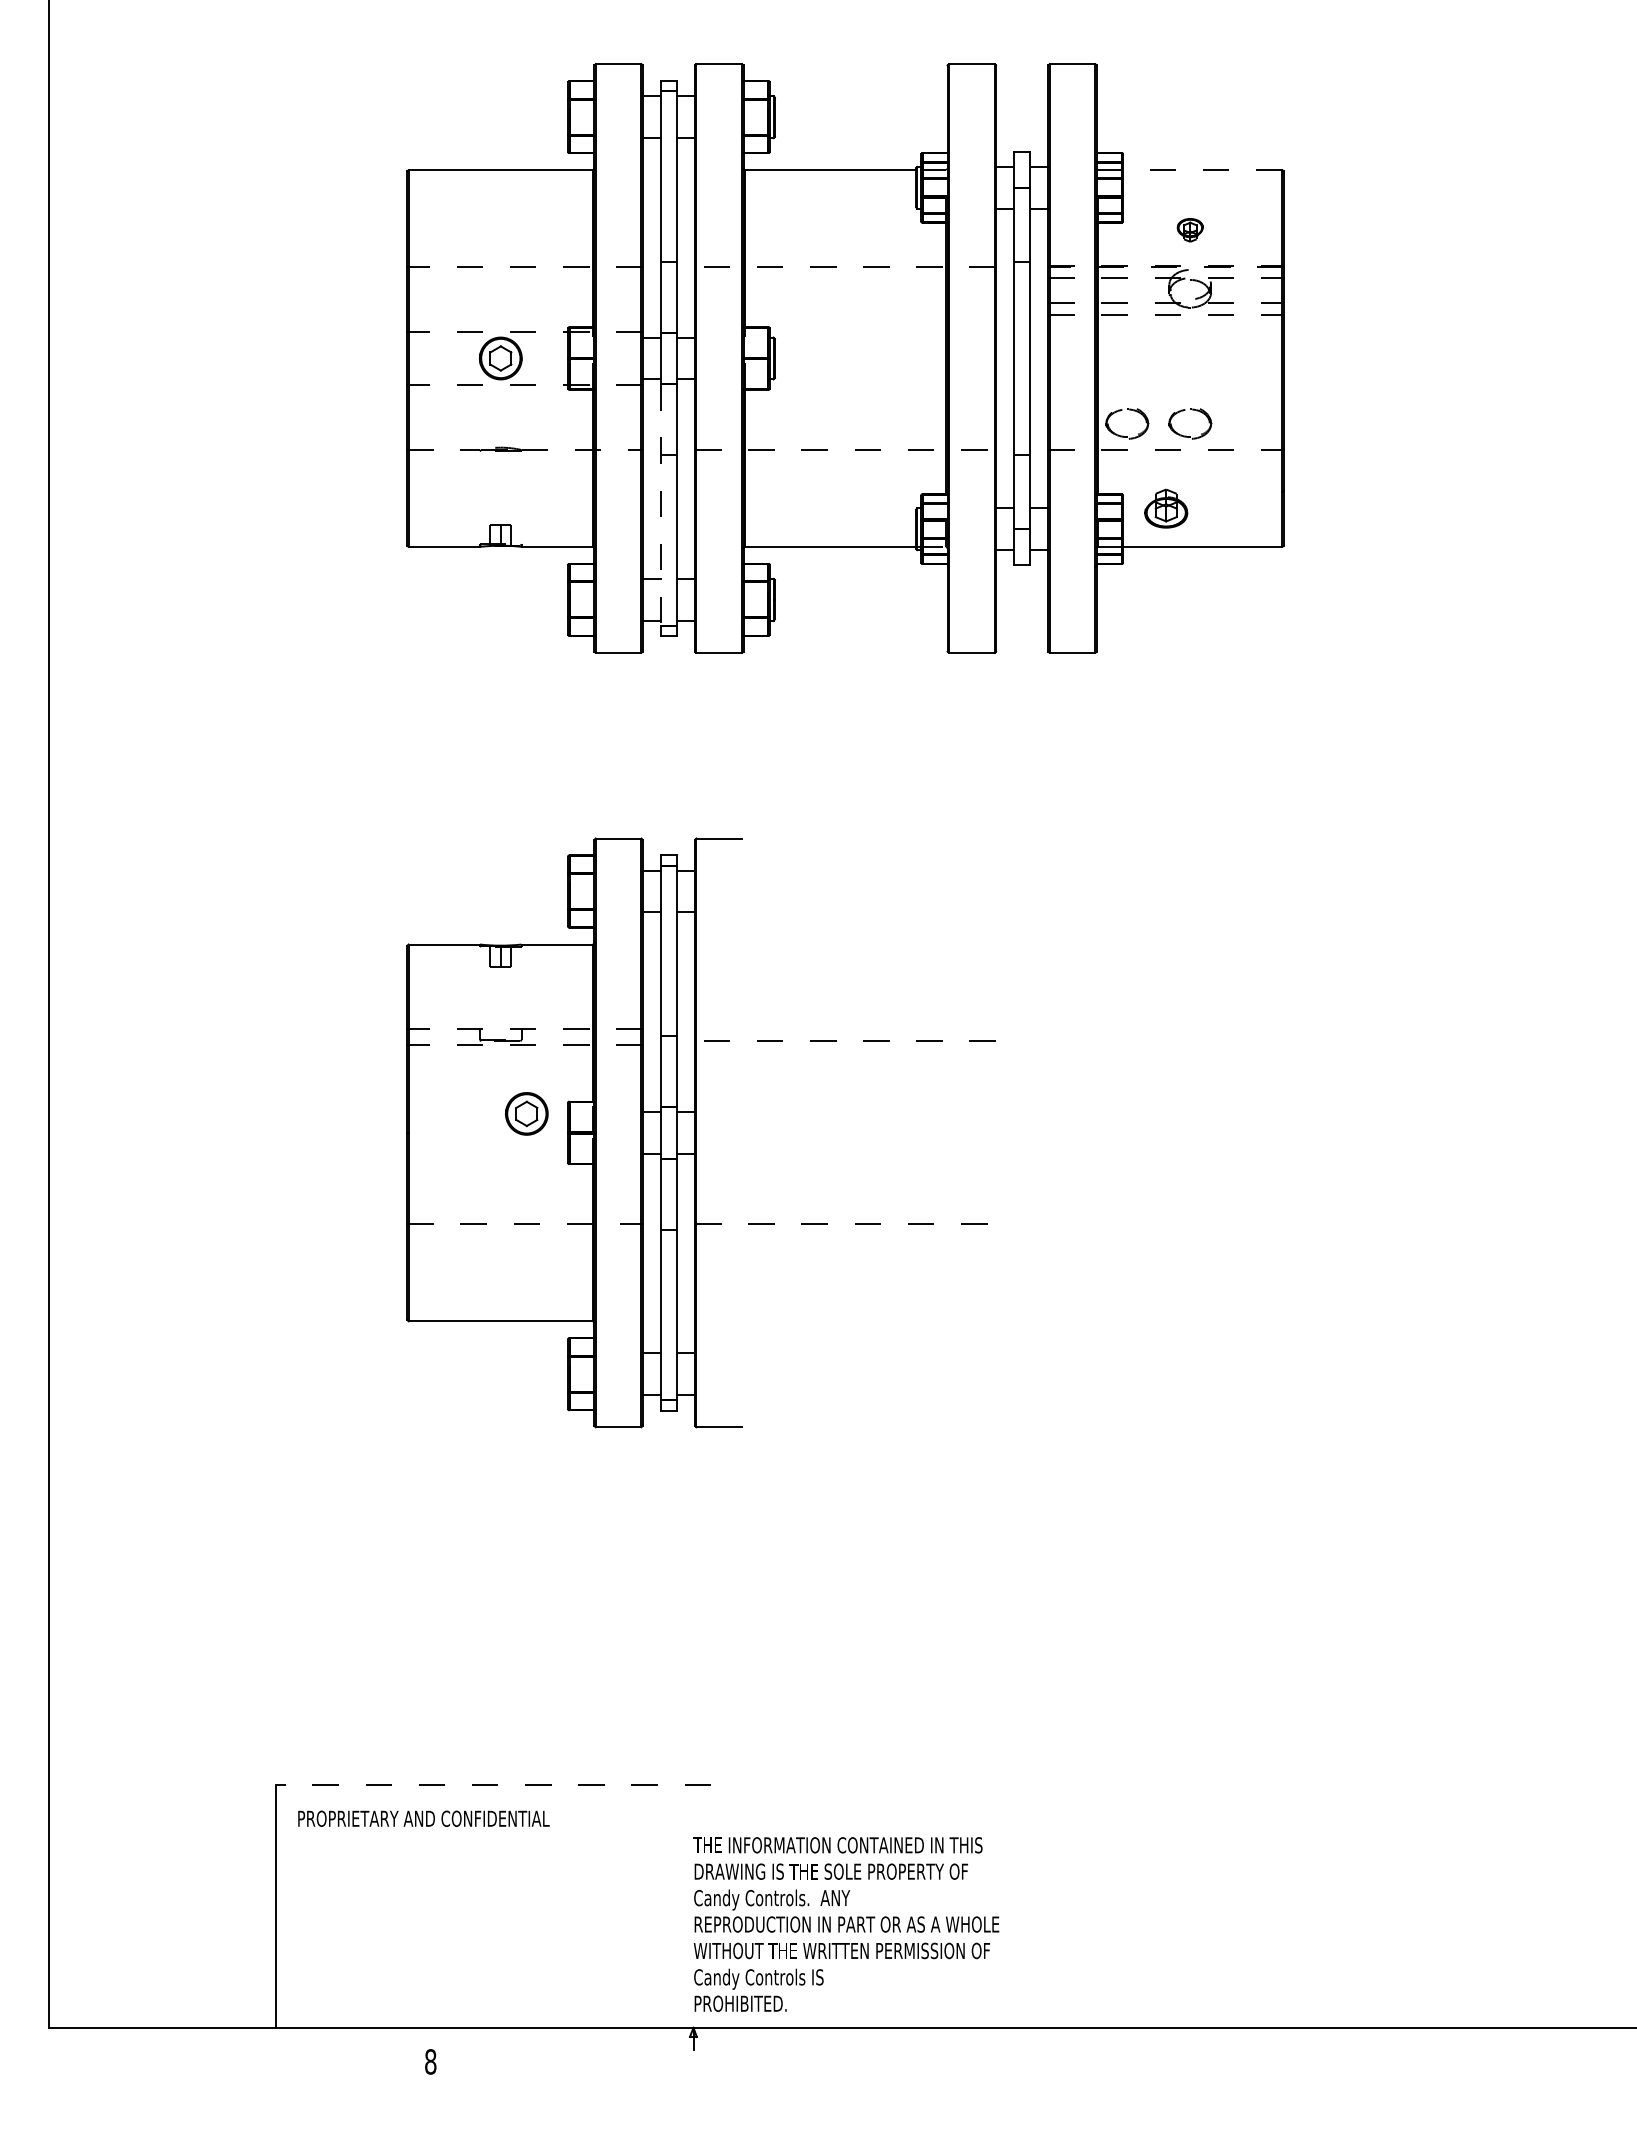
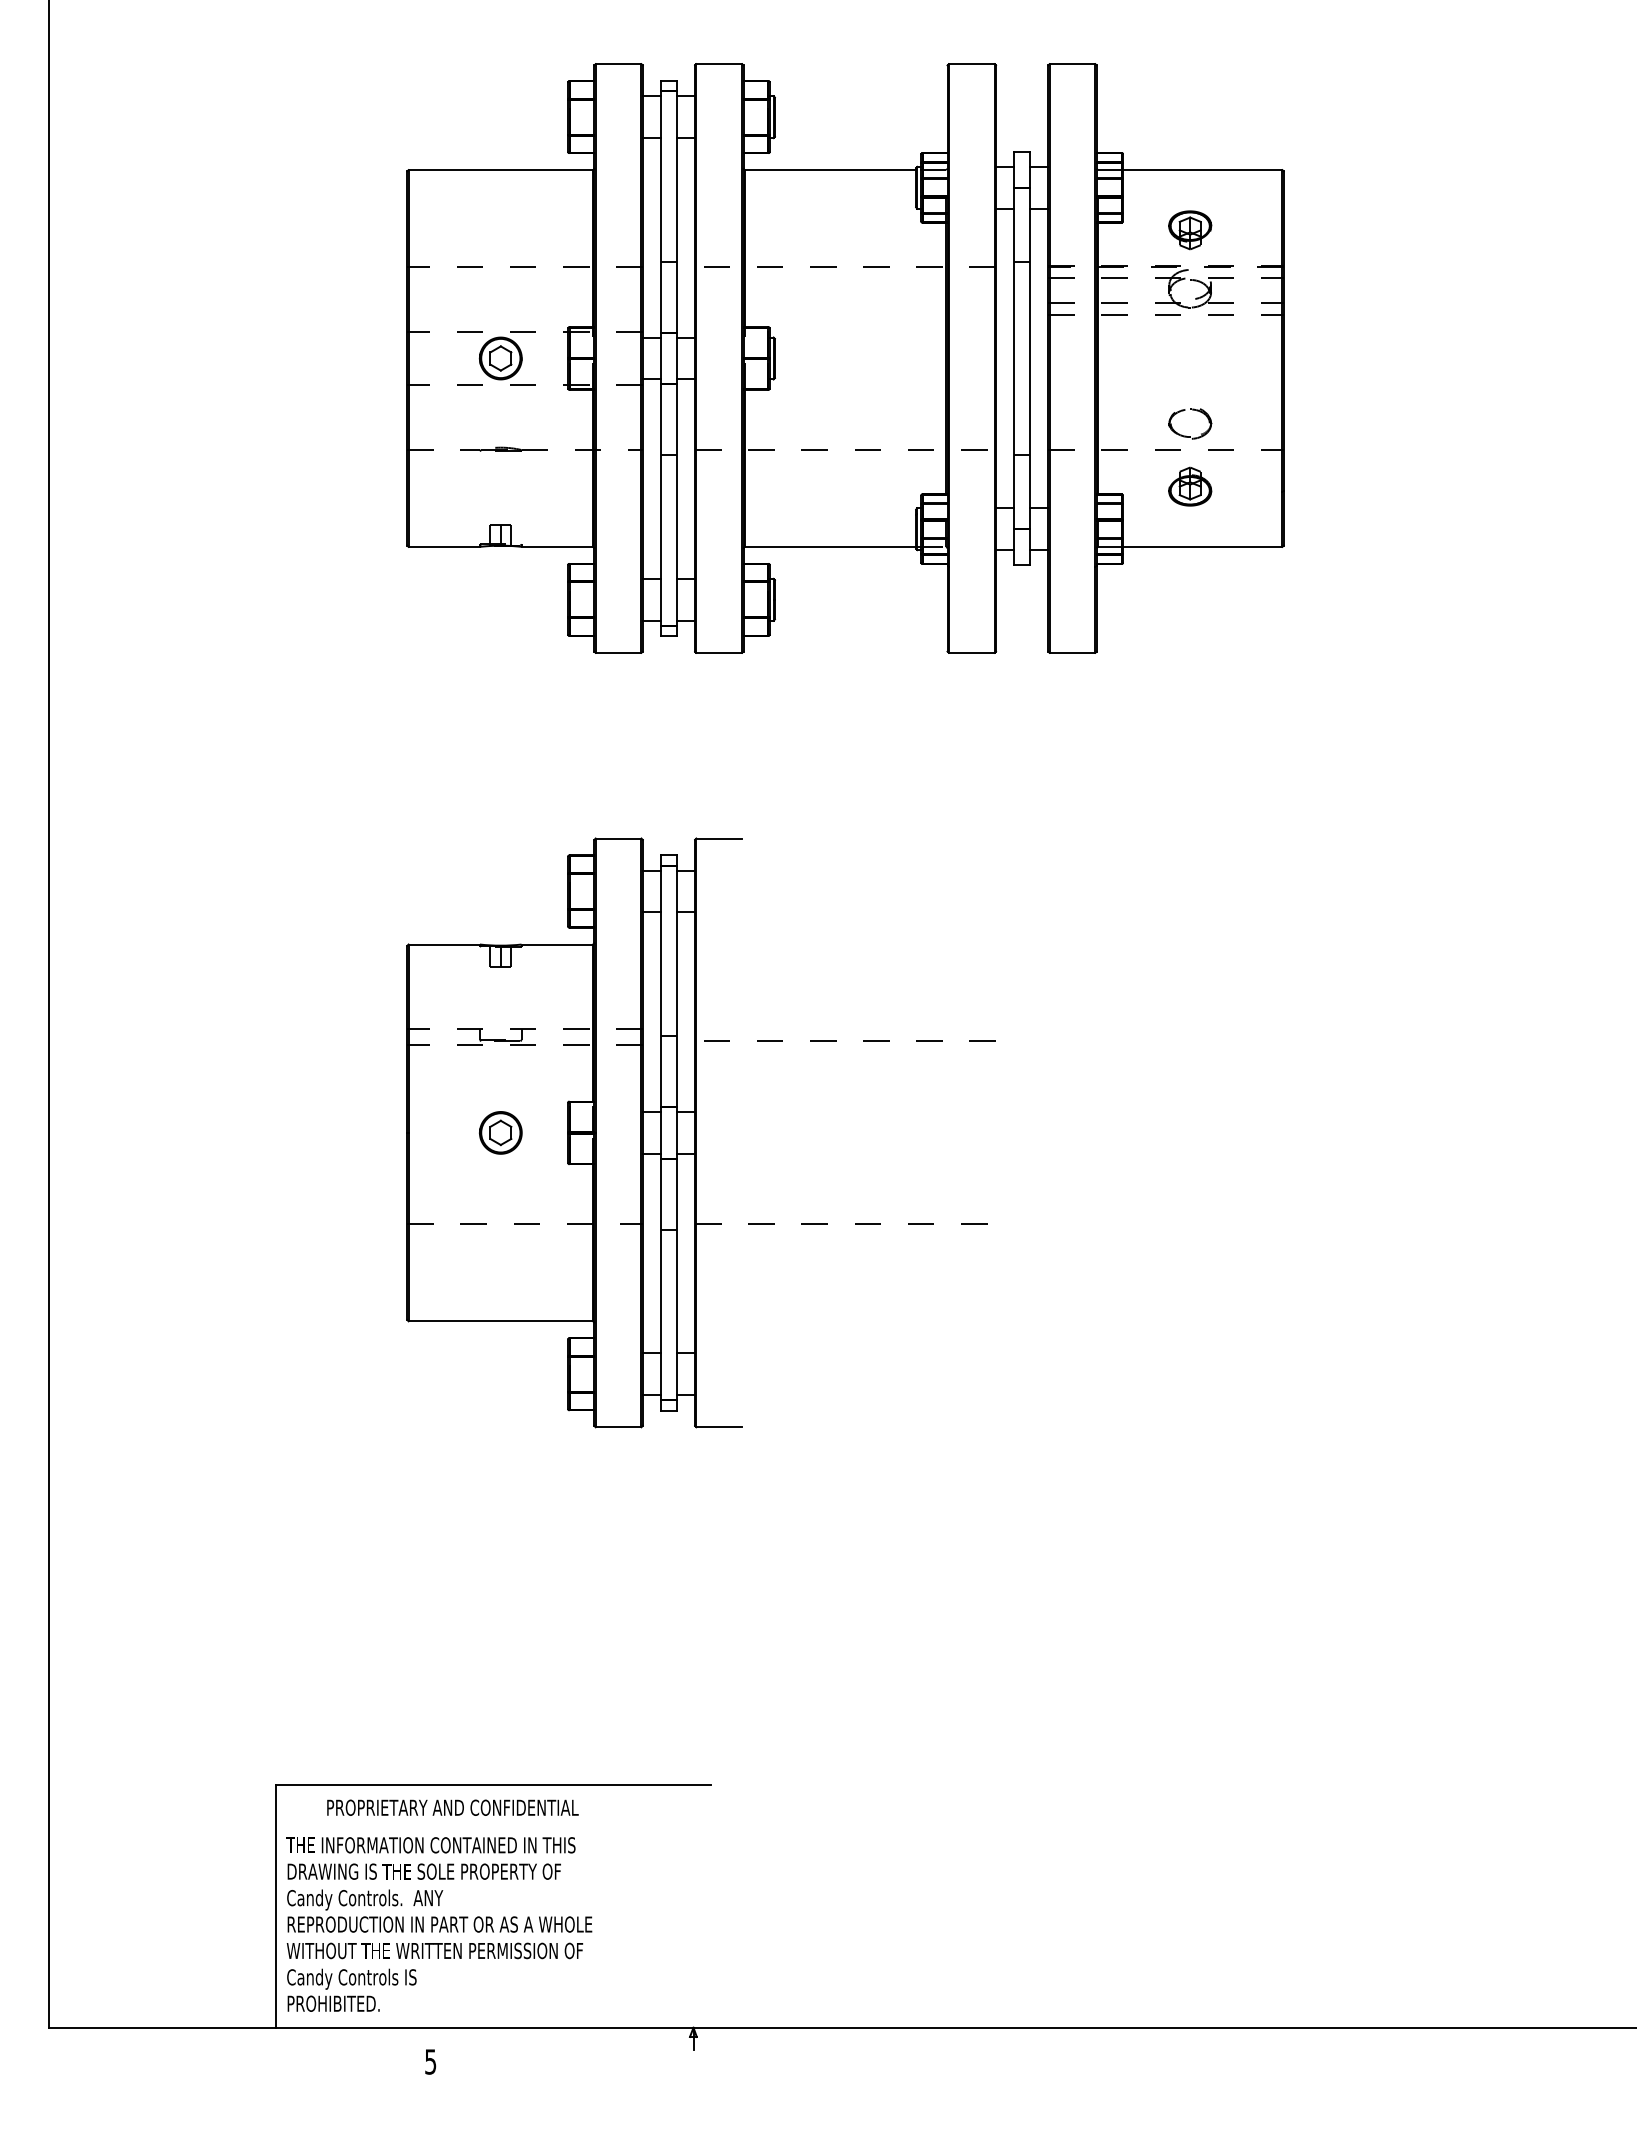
line at (1202, 170): dashed -> solid
part at (1189, 230) size: 28x25 px -> 45x41 px
part at (1123, 435): present -> none
line at (661, 504): dashed -> solid
part at (1166, 508) position: (1166, 508) -> (1190, 486)
part at (526, 1113) position: (526, 1113) -> (500, 1132)
line at (493, 1784): dashed -> solid
text at (423, 1818) position: (423, 1818) -> (452, 1807)
text at (846, 1924) position: (846, 1924) -> (439, 1924)
text at (430, 2061): 8 -> 5
